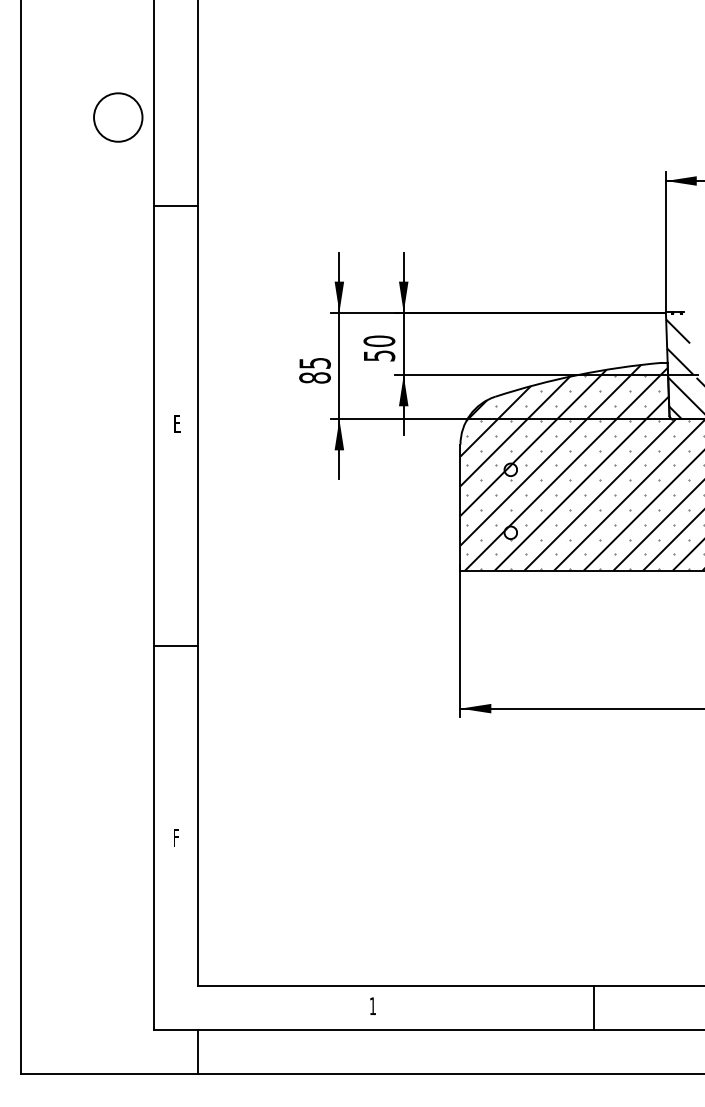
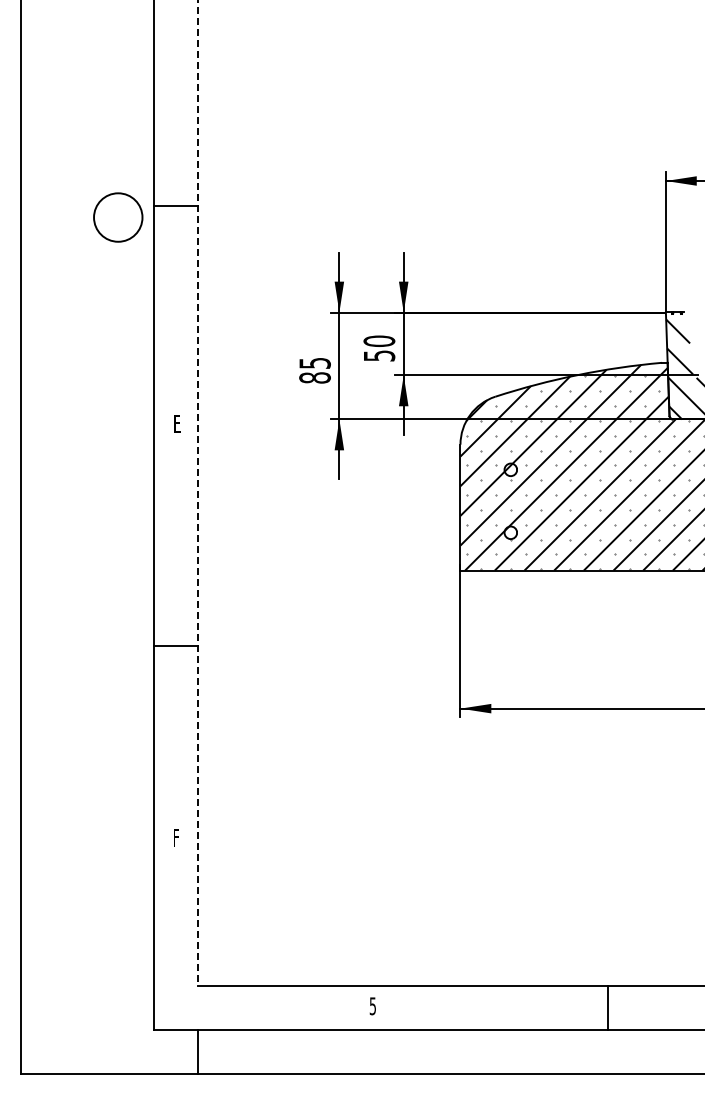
circle at (118, 117) position: (118, 117) -> (118, 217)
line at (197, 493): solid -> dashed
text at (372, 1006): 1 -> 5
line at (594, 1007) position: (594, 1007) -> (608, 1007)
